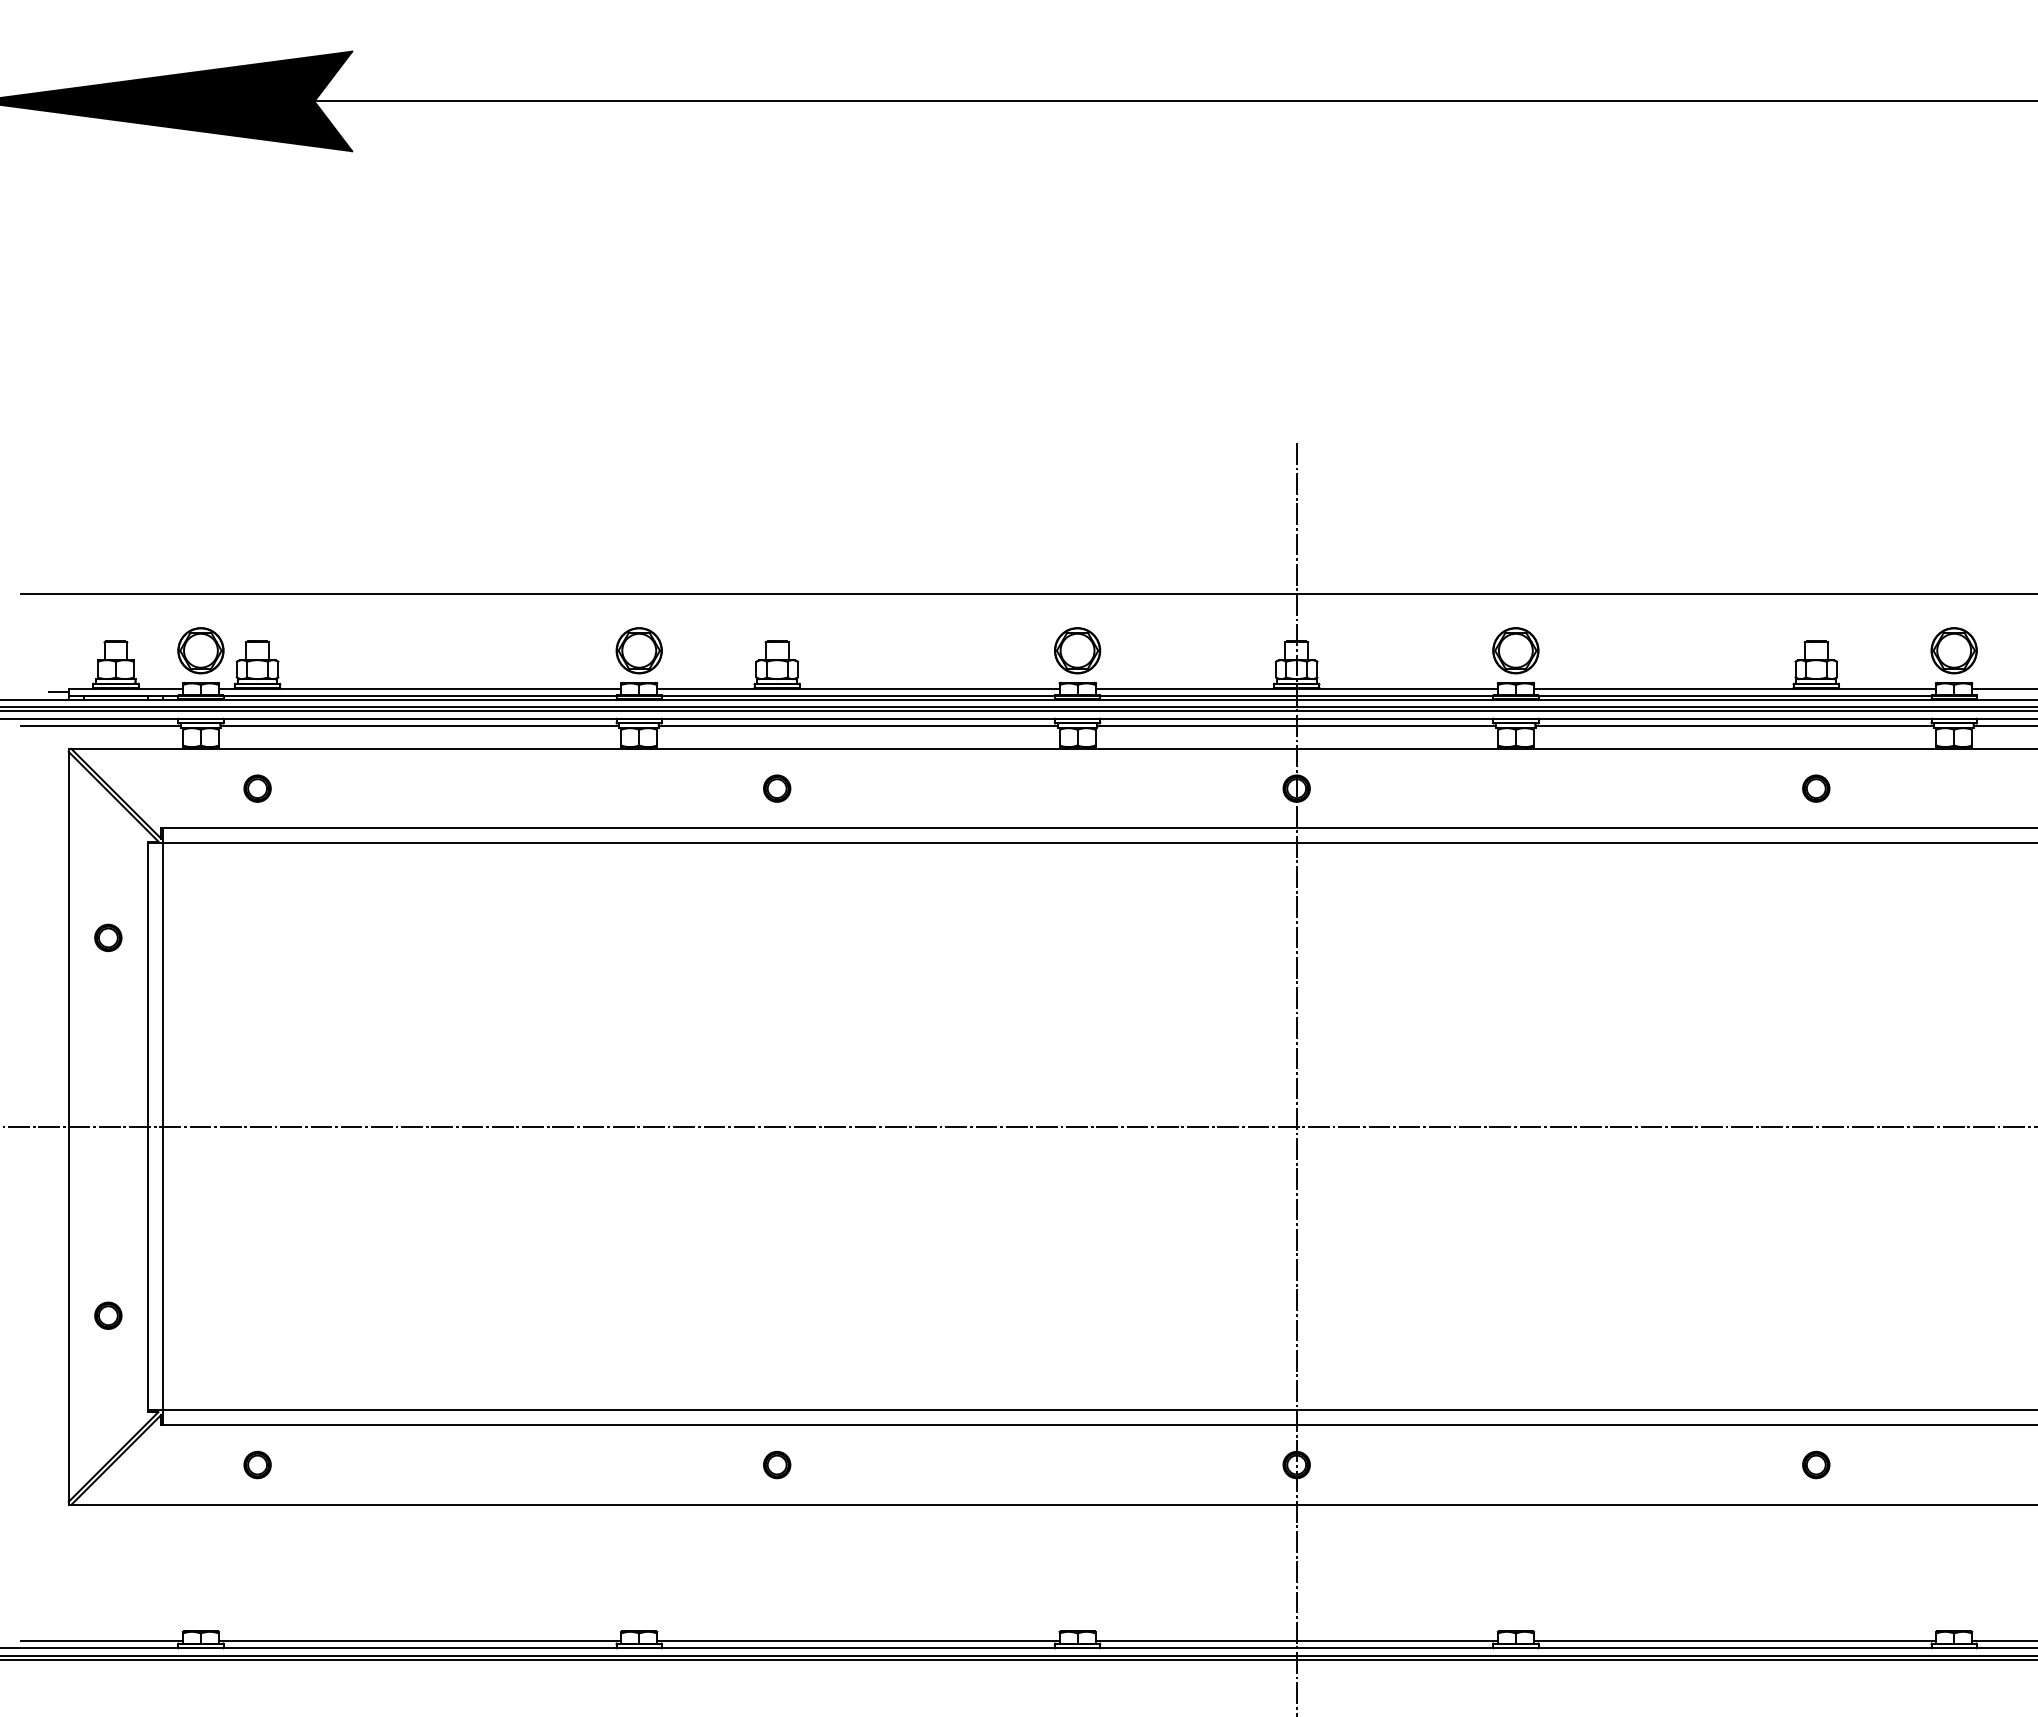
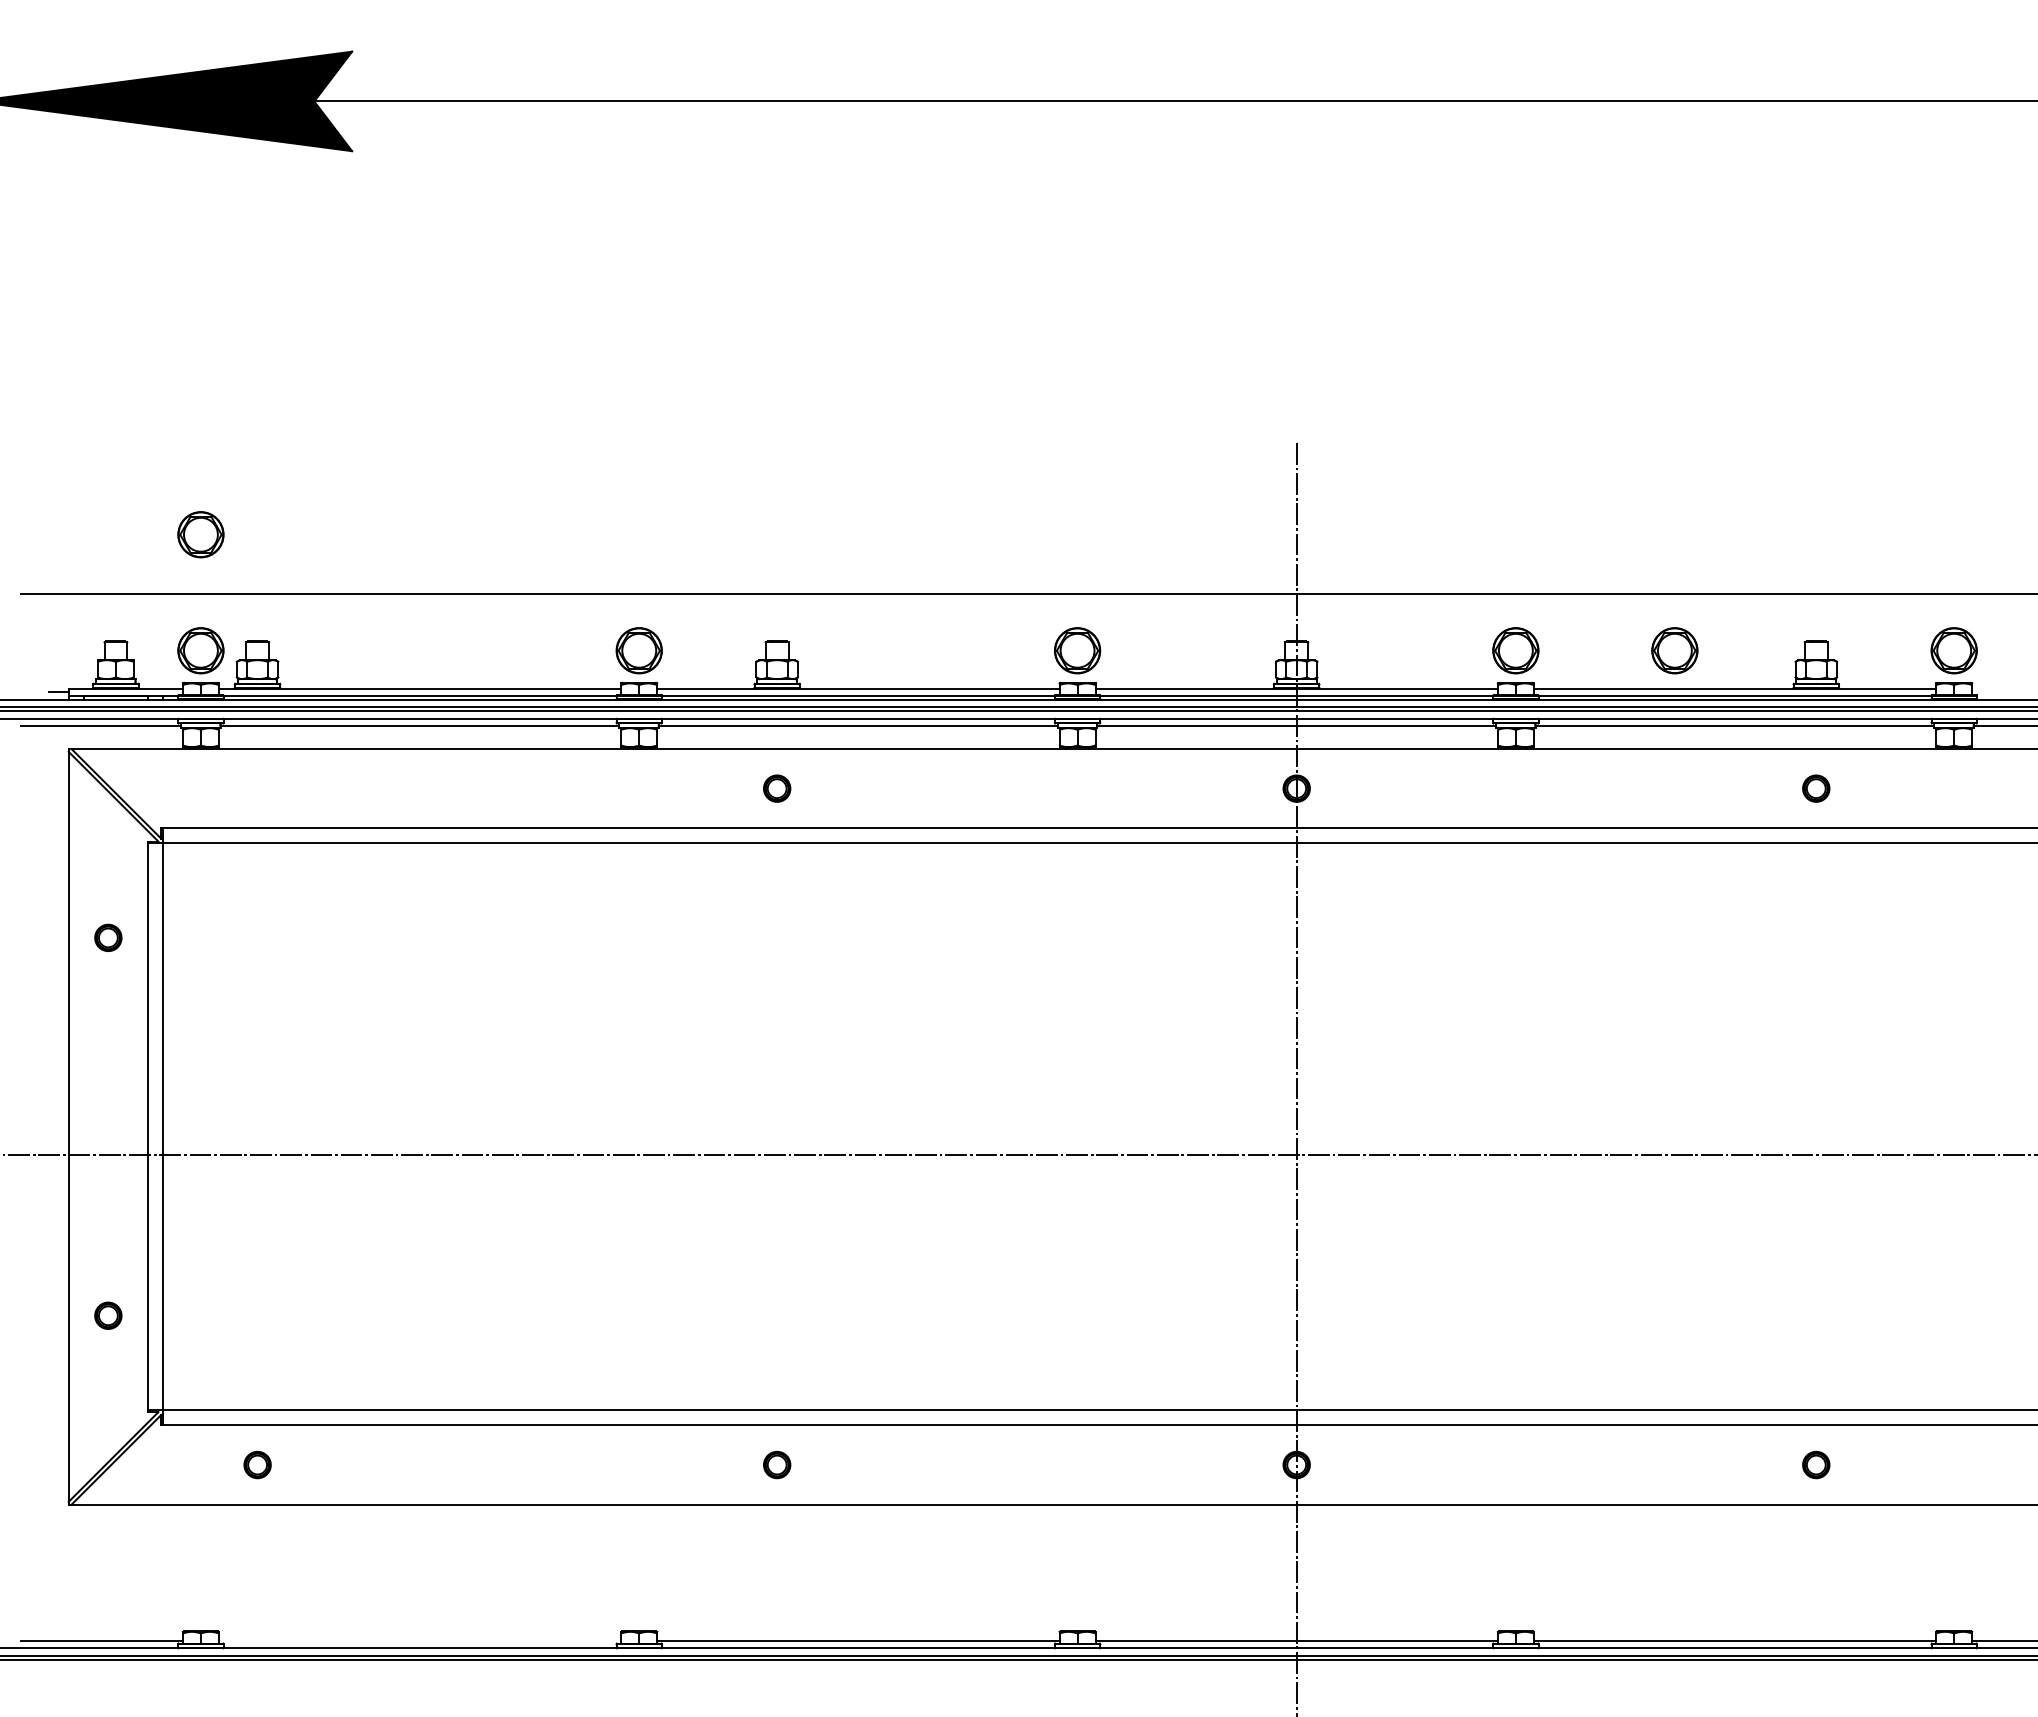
part at (200, 534): none -> present
part at (1674, 650): none -> present
line at (2003, 688): present -> none
part at (257, 788): present -> none
line at (1018, 1126) position: (1018, 1126) -> (1018, 1154)
line at (419, 1640): present -> none
